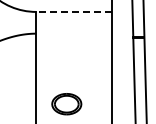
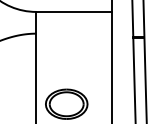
line at (73, 11): dashed -> solid
part at (66, 104) size: 32x23 px -> 44x32 px
